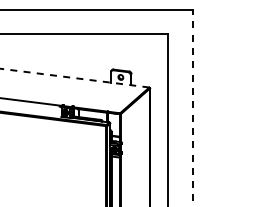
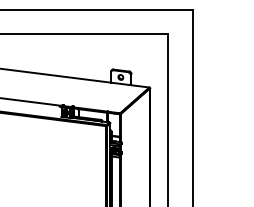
line at (75, 78): dashed -> solid
line at (193, 107): dashed -> solid
